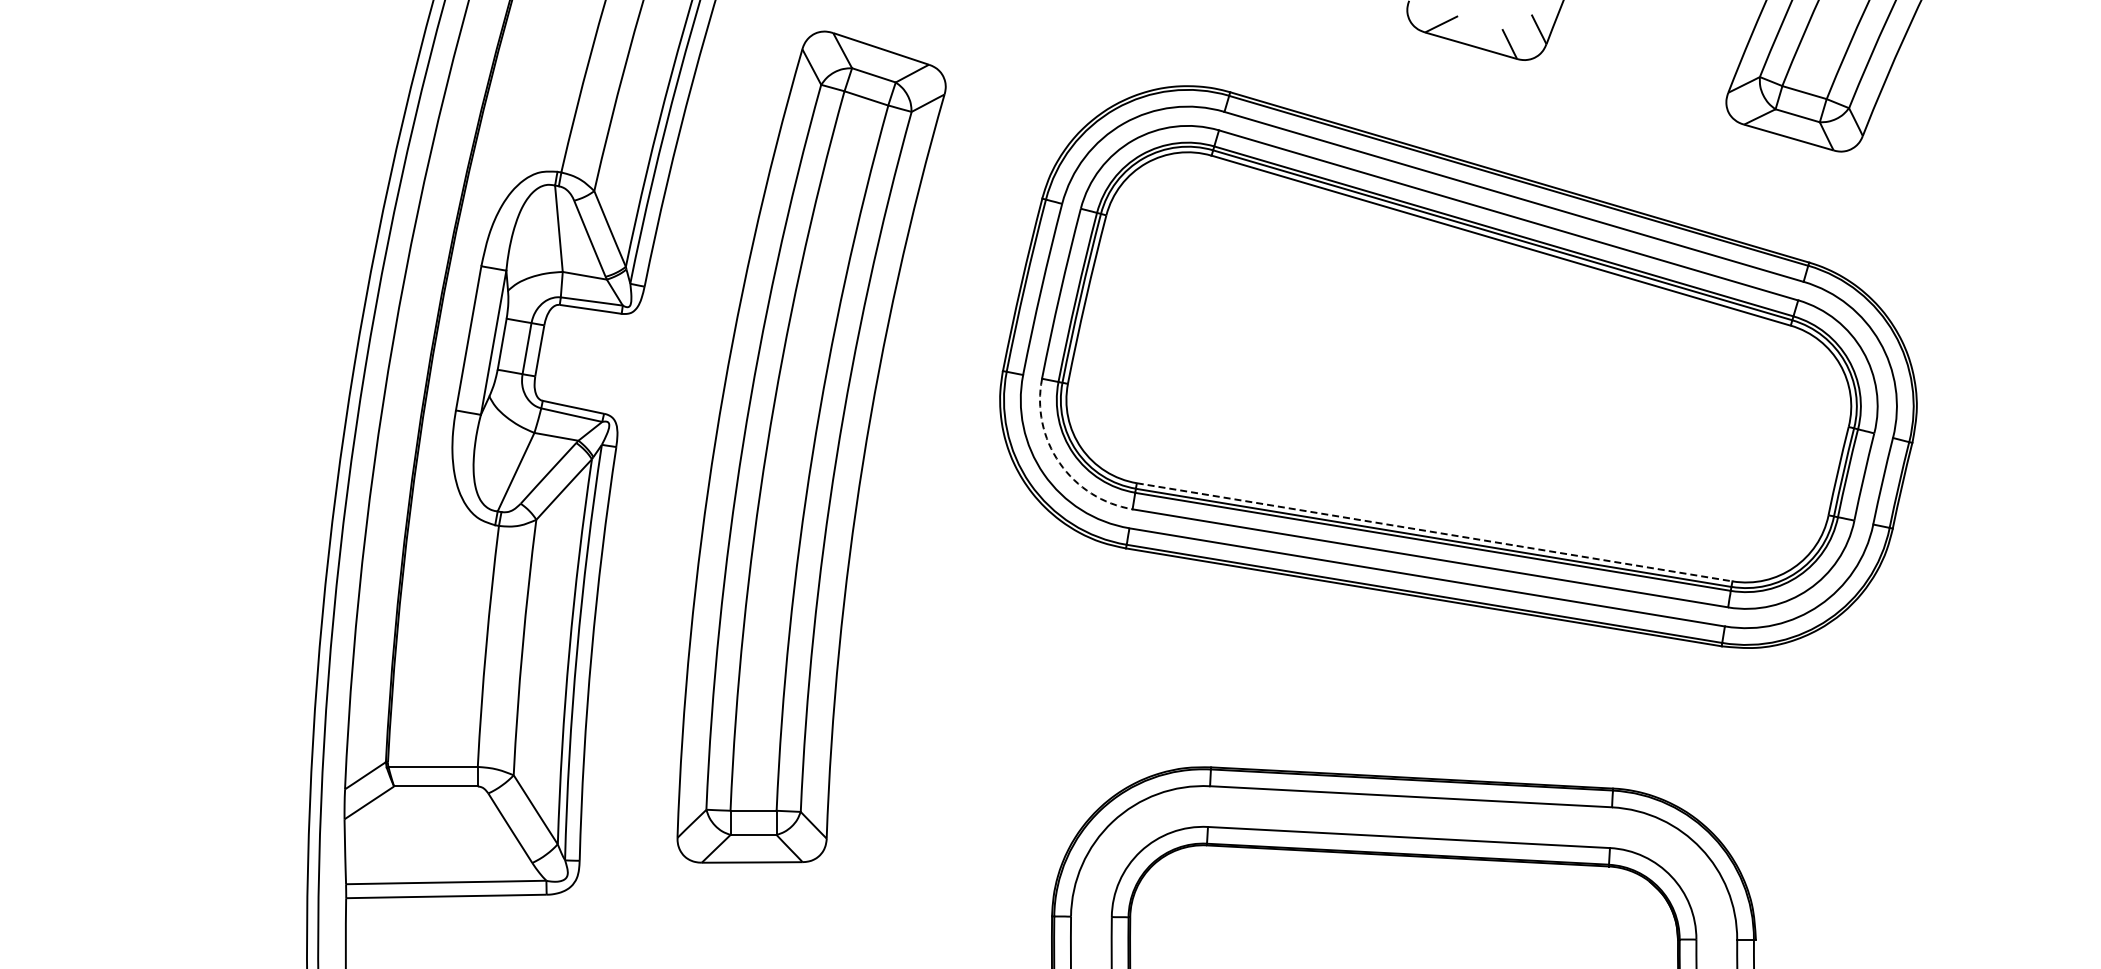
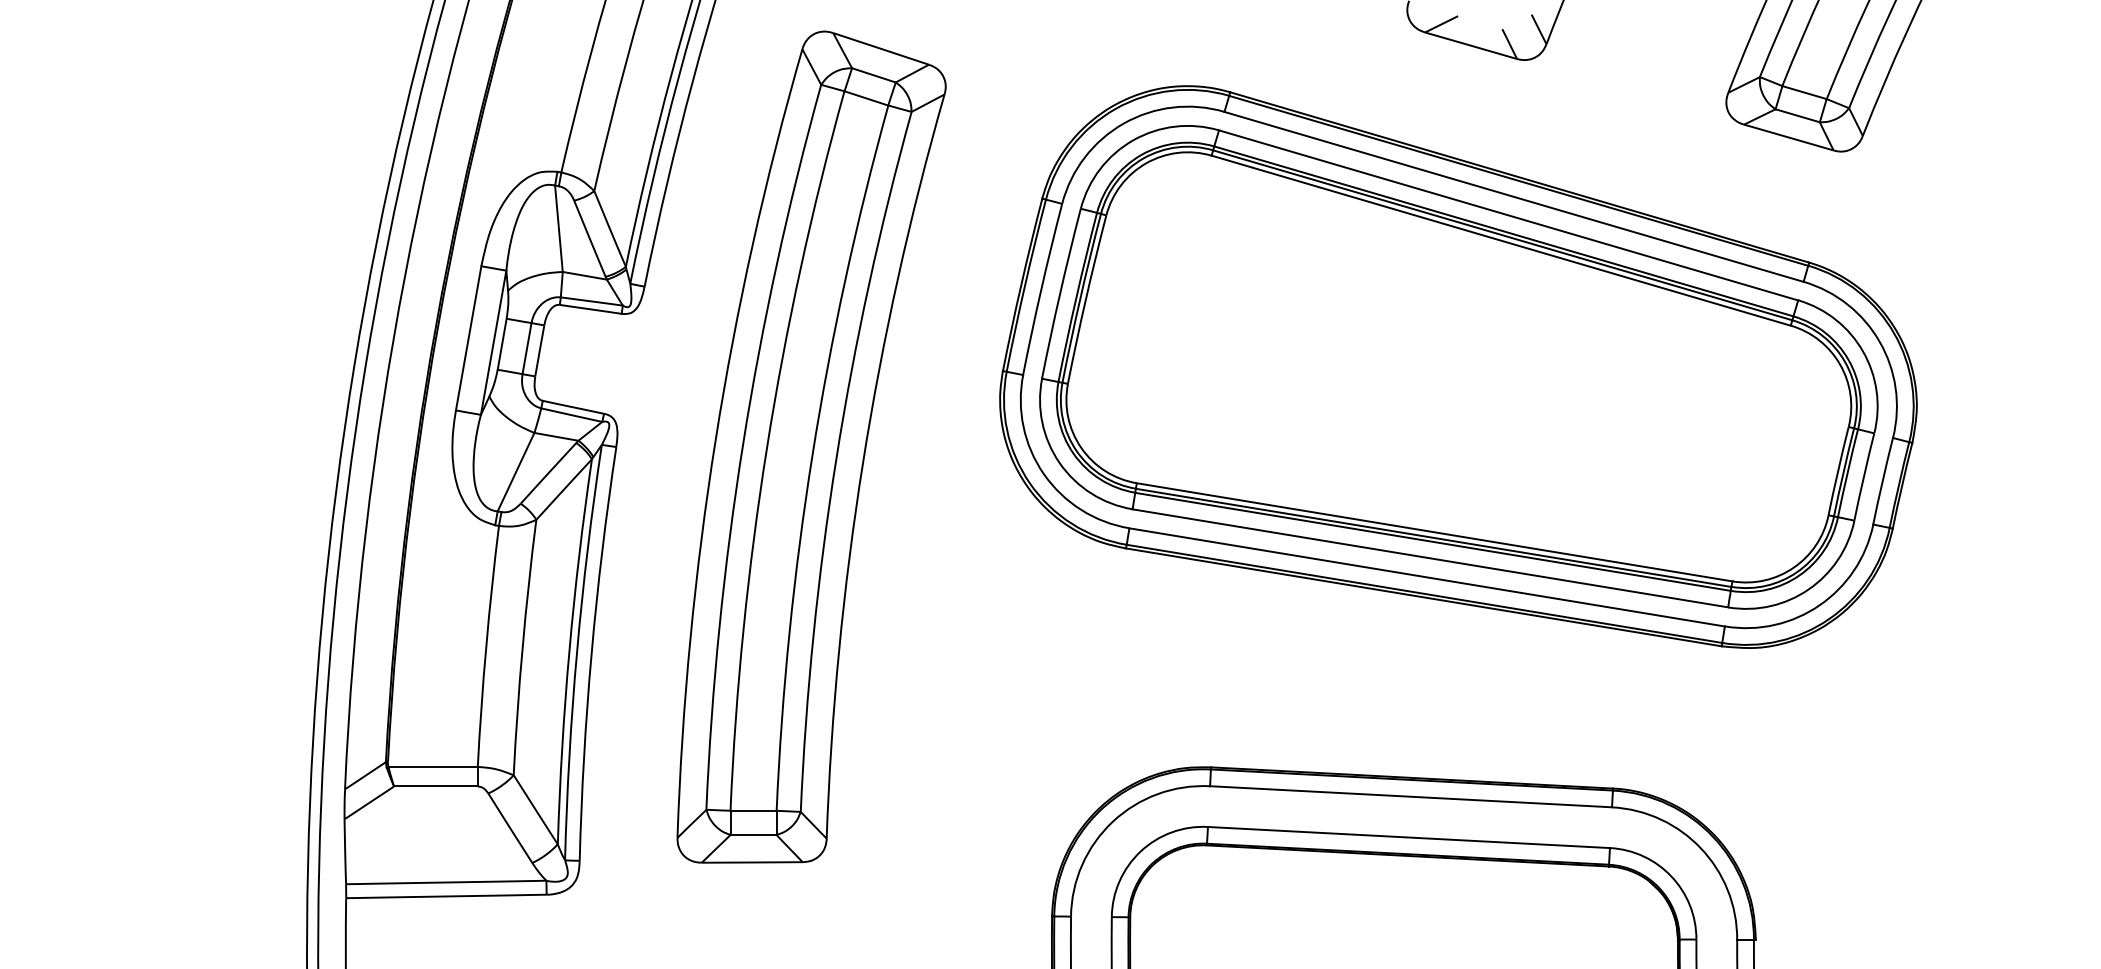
arc at (1059, 463): dashed -> solid
line at (1434, 532): dashed -> solid
